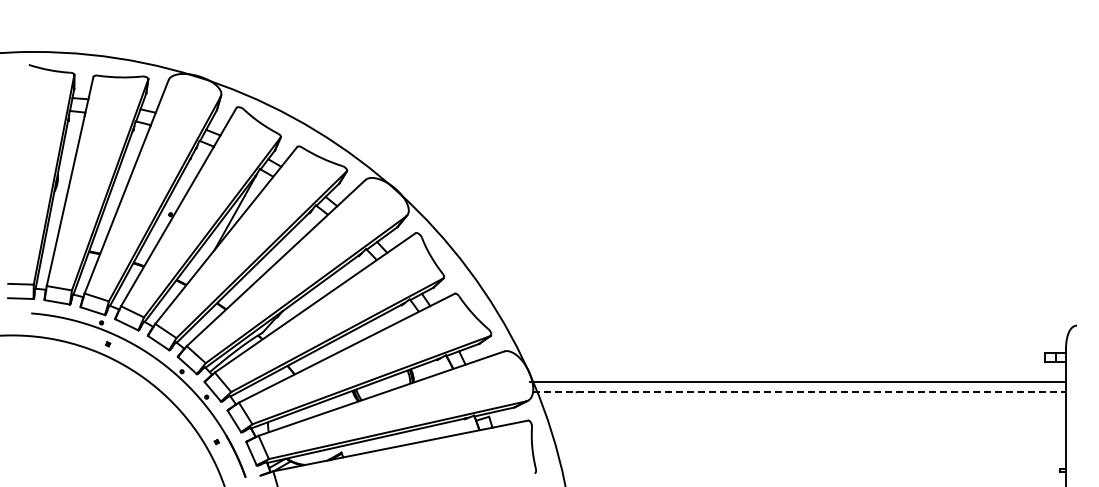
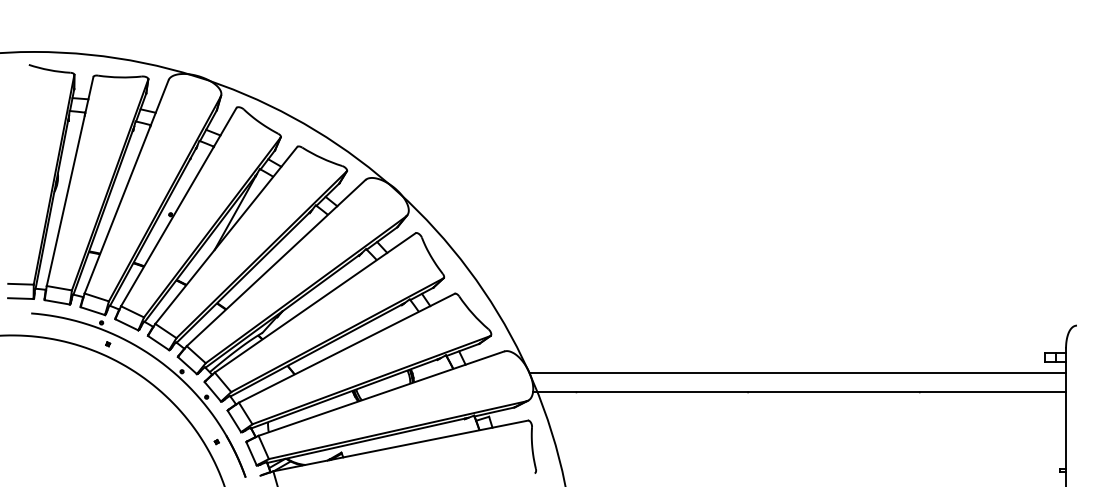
line at (797, 382) position: (797, 382) -> (797, 373)
line at (800, 392): dashed -> solid
